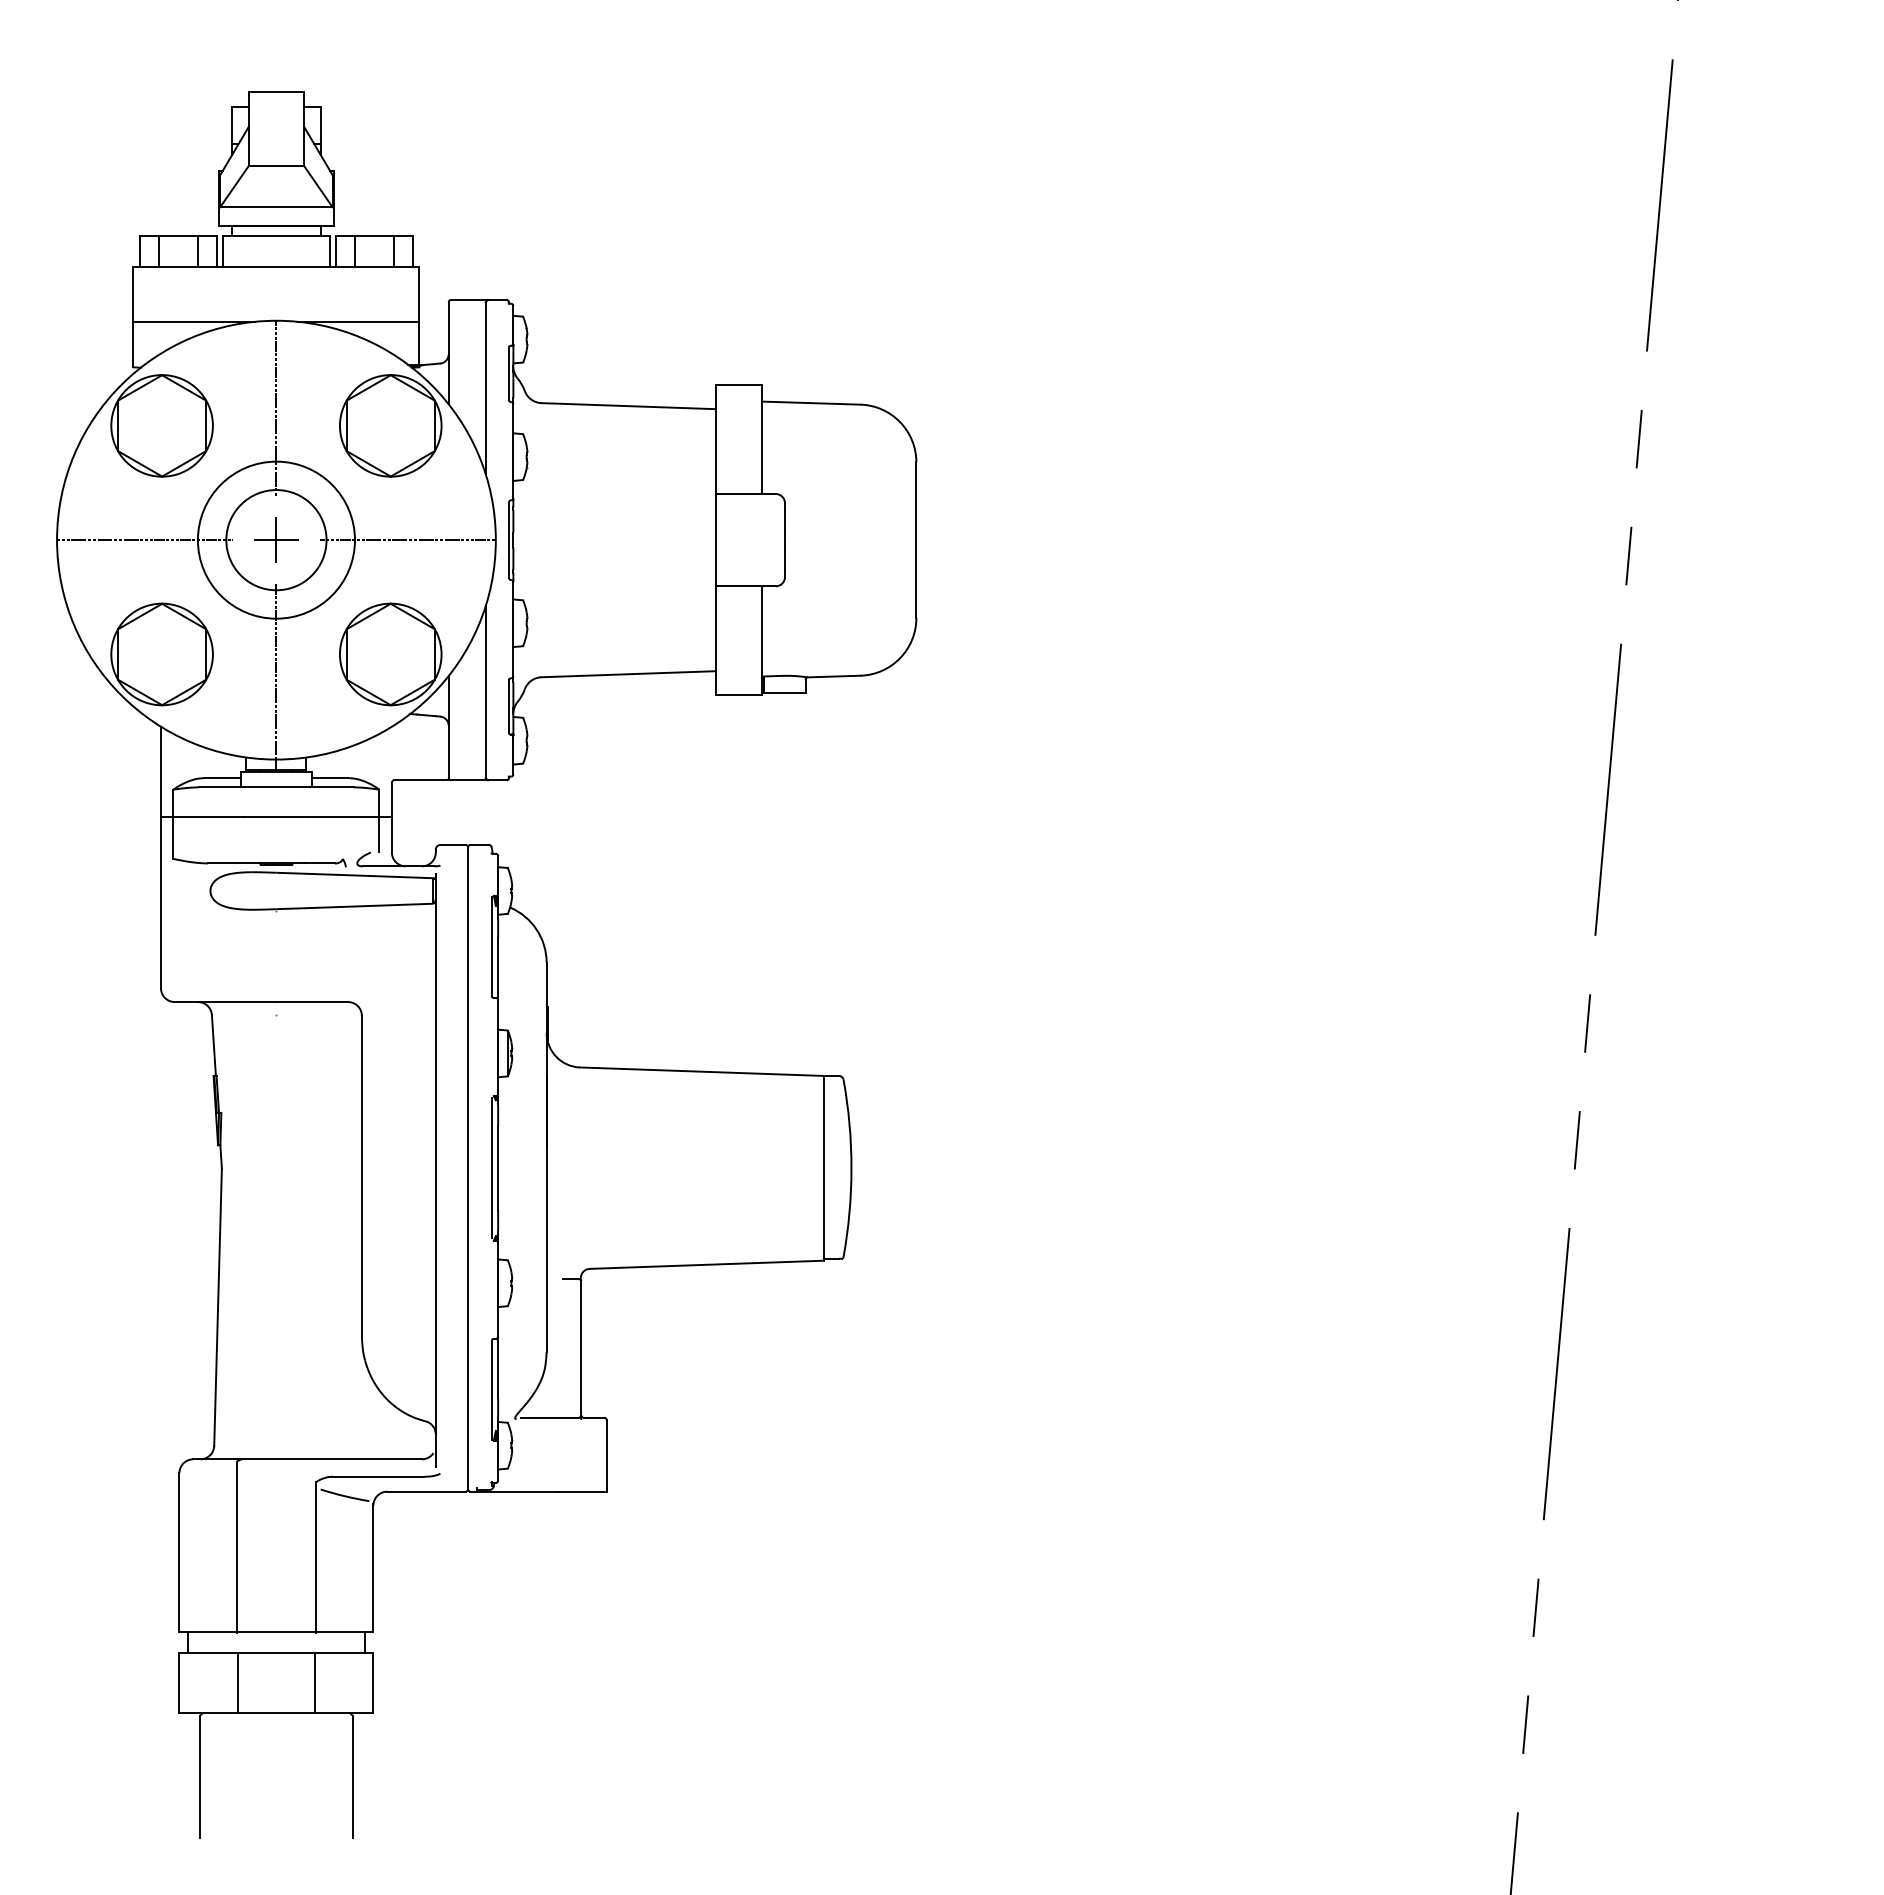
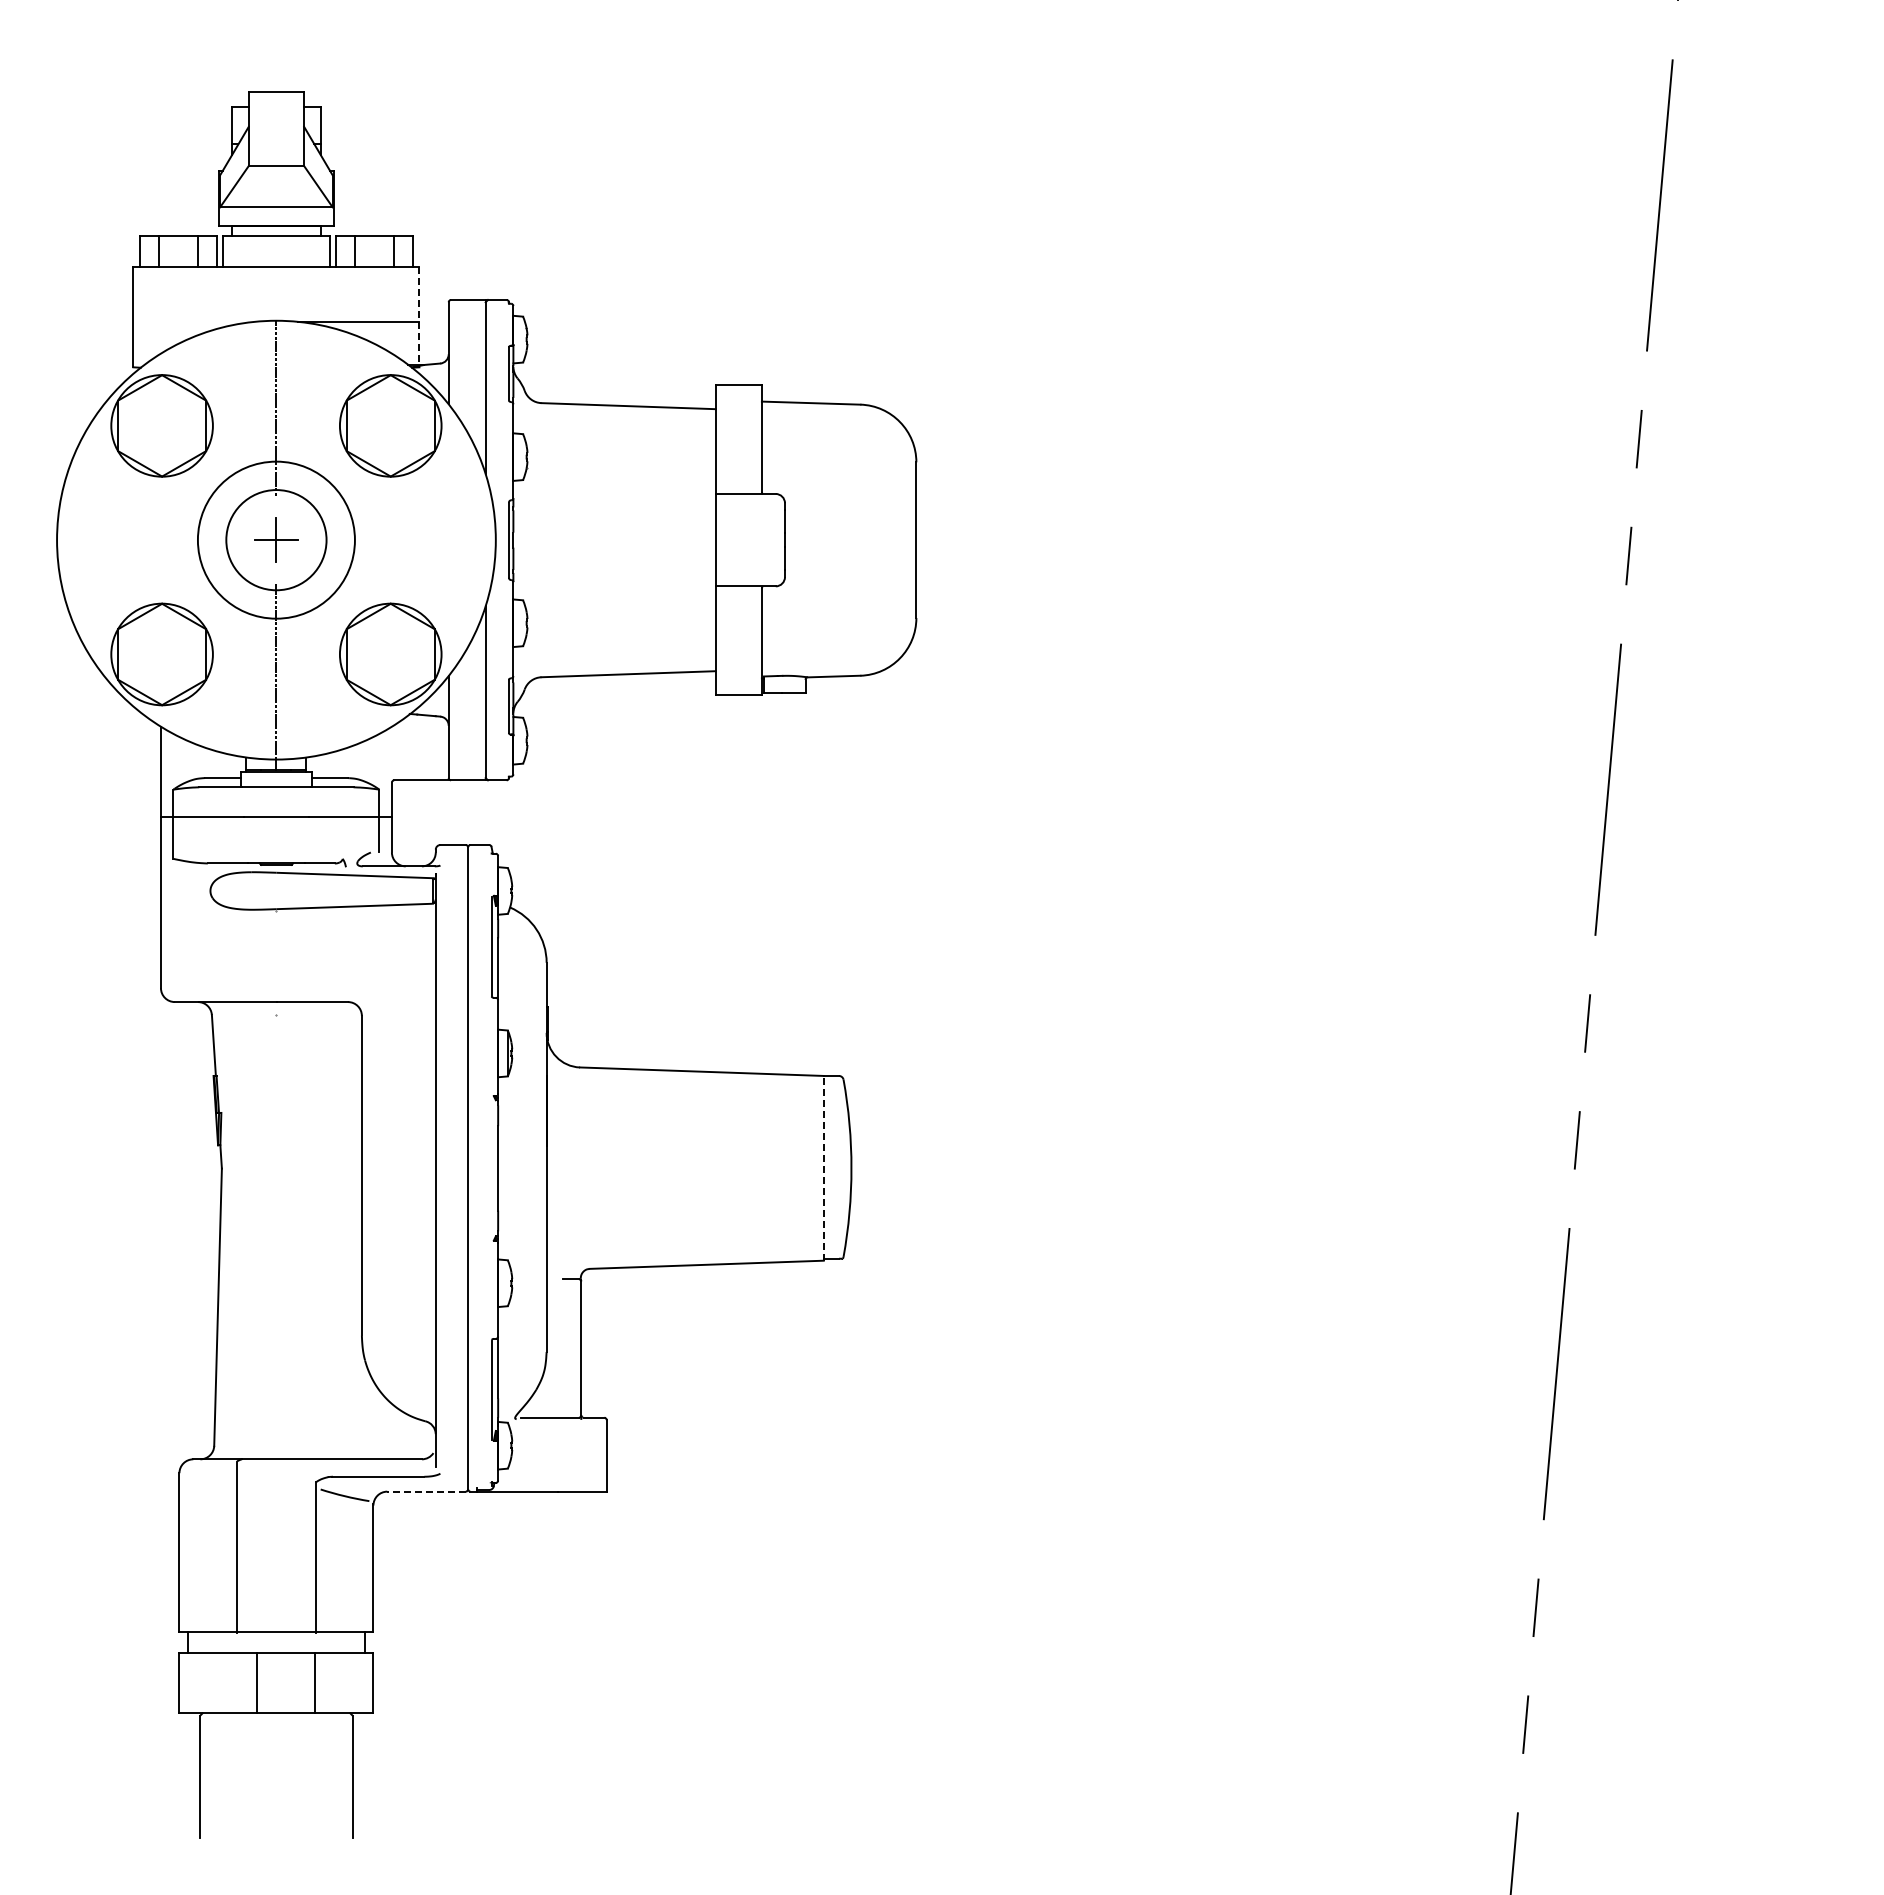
line at (419, 317): solid -> dashed
line at (193, 321): present -> none
line at (144, 540): present -> none
line at (408, 540): present -> none
line at (823, 1167): solid -> dashed
line at (491, 1168): present -> none
line at (426, 1491): solid -> dashed
line at (237, 1683) position: (237, 1683) -> (256, 1683)
